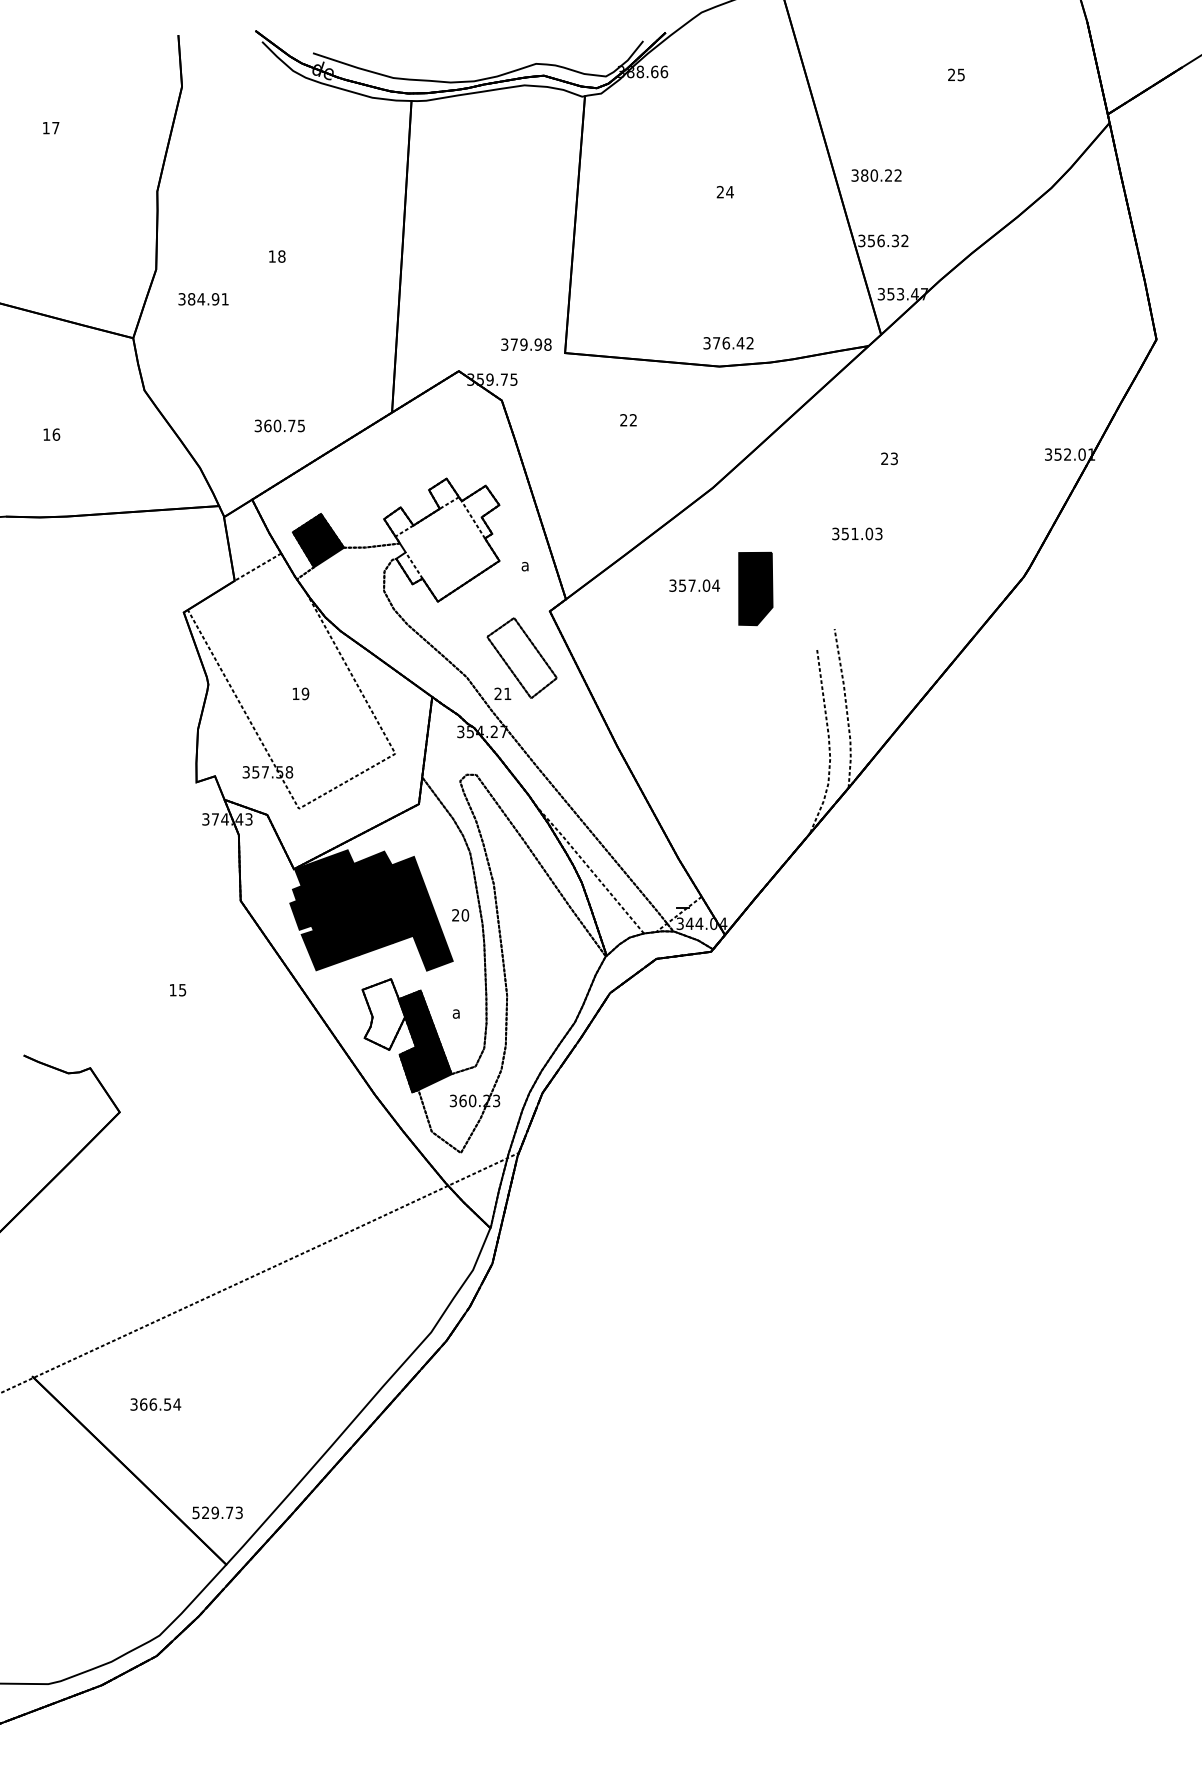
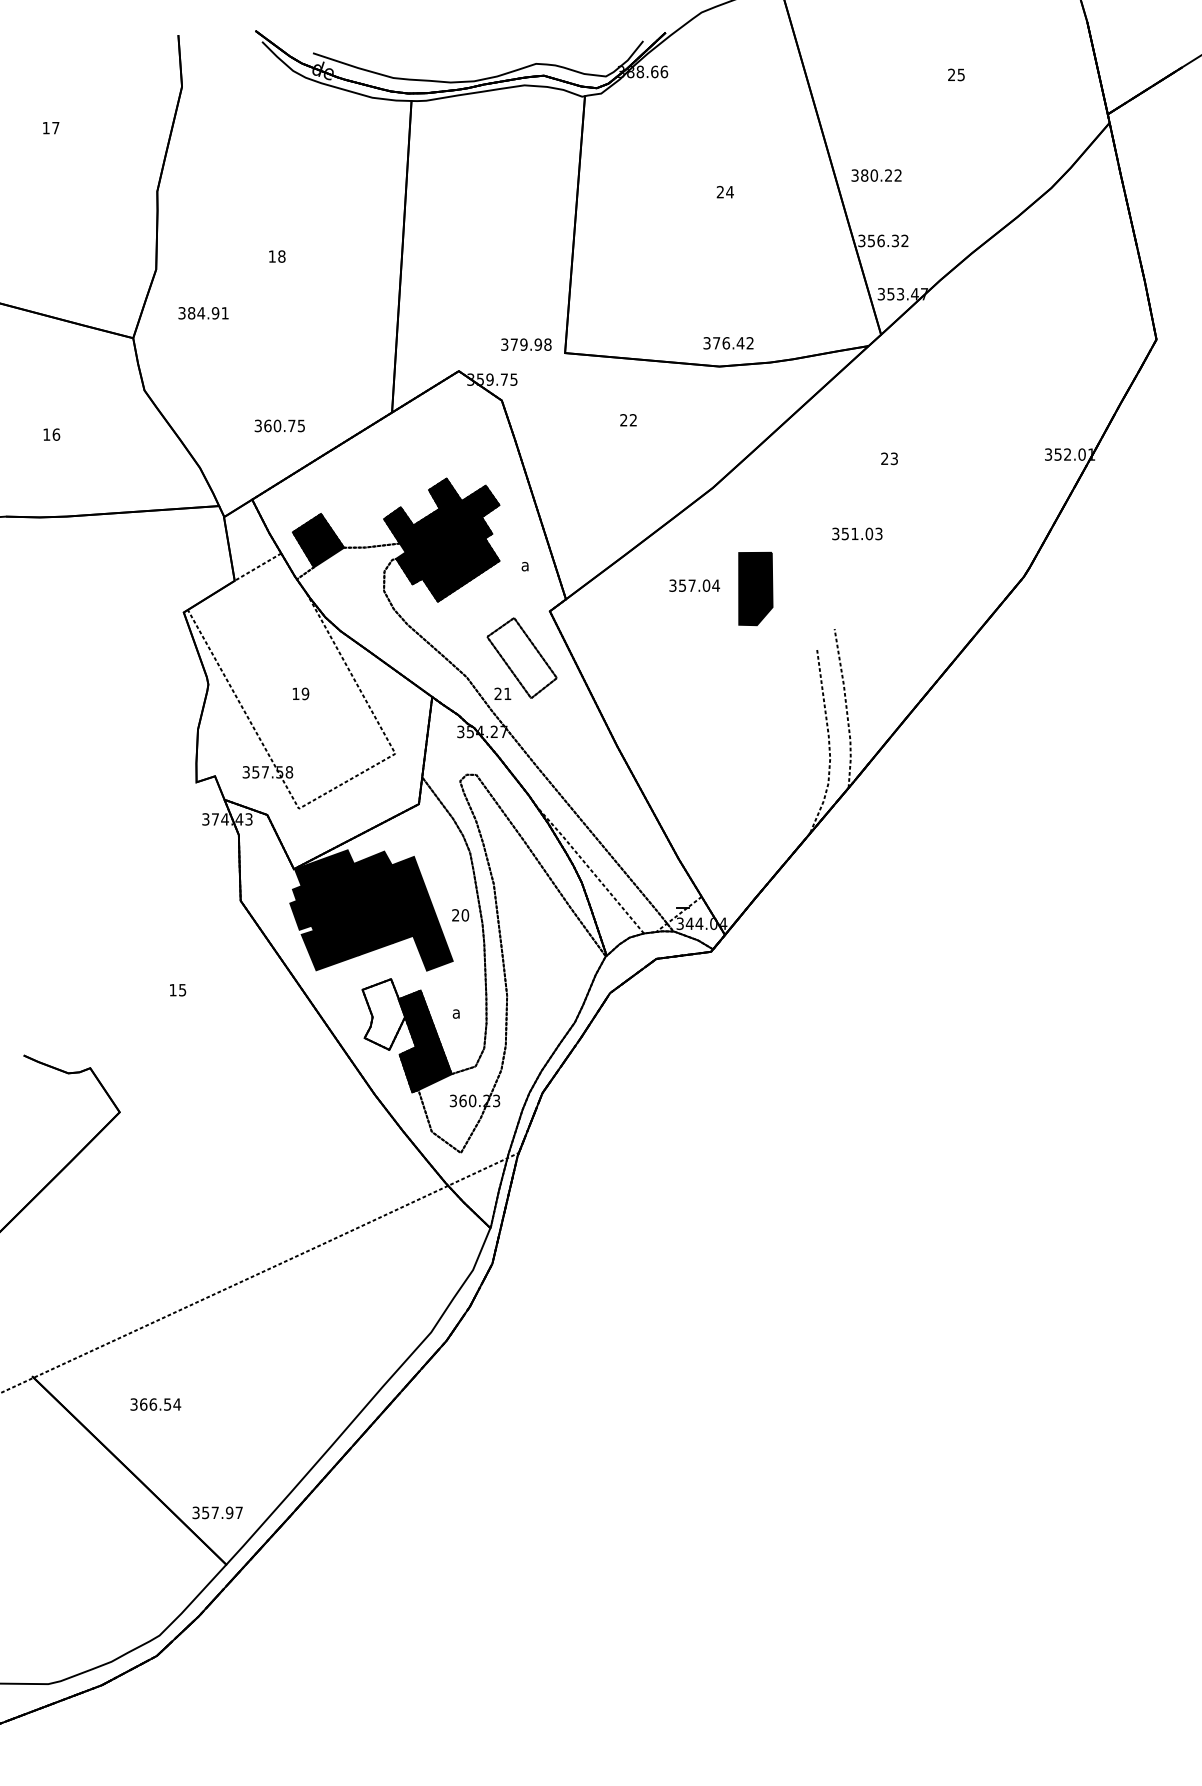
text at (203, 299) position: (203, 299) -> (203, 313)
fill at (441, 539): none -> present
text at (217, 1512): 529.73 -> 357.97
